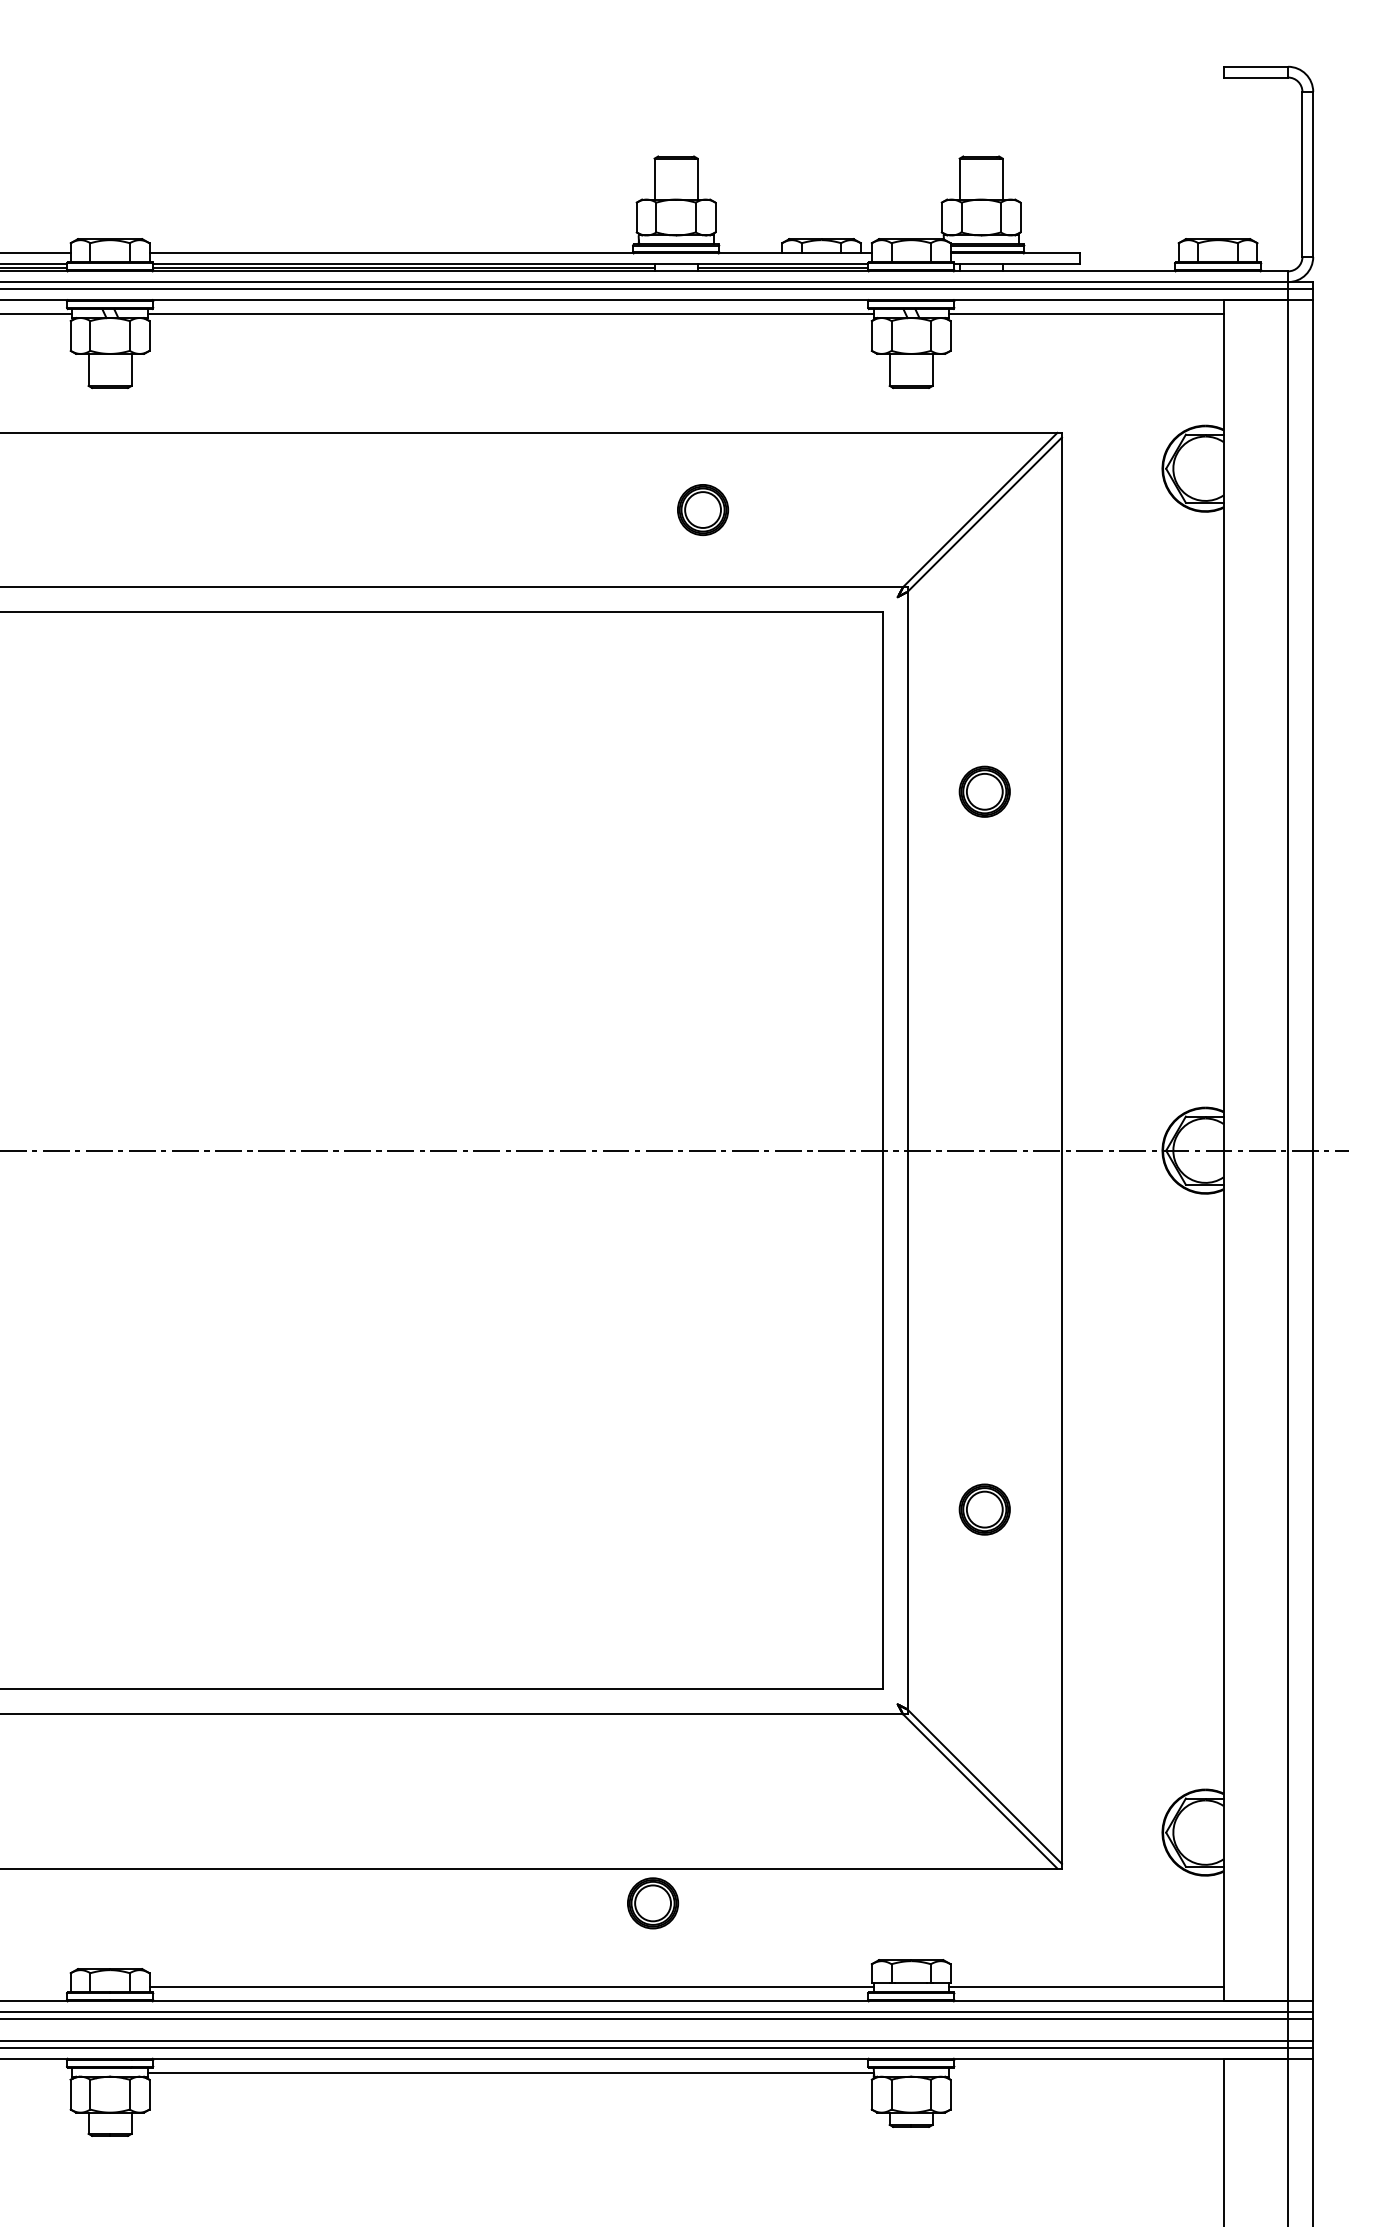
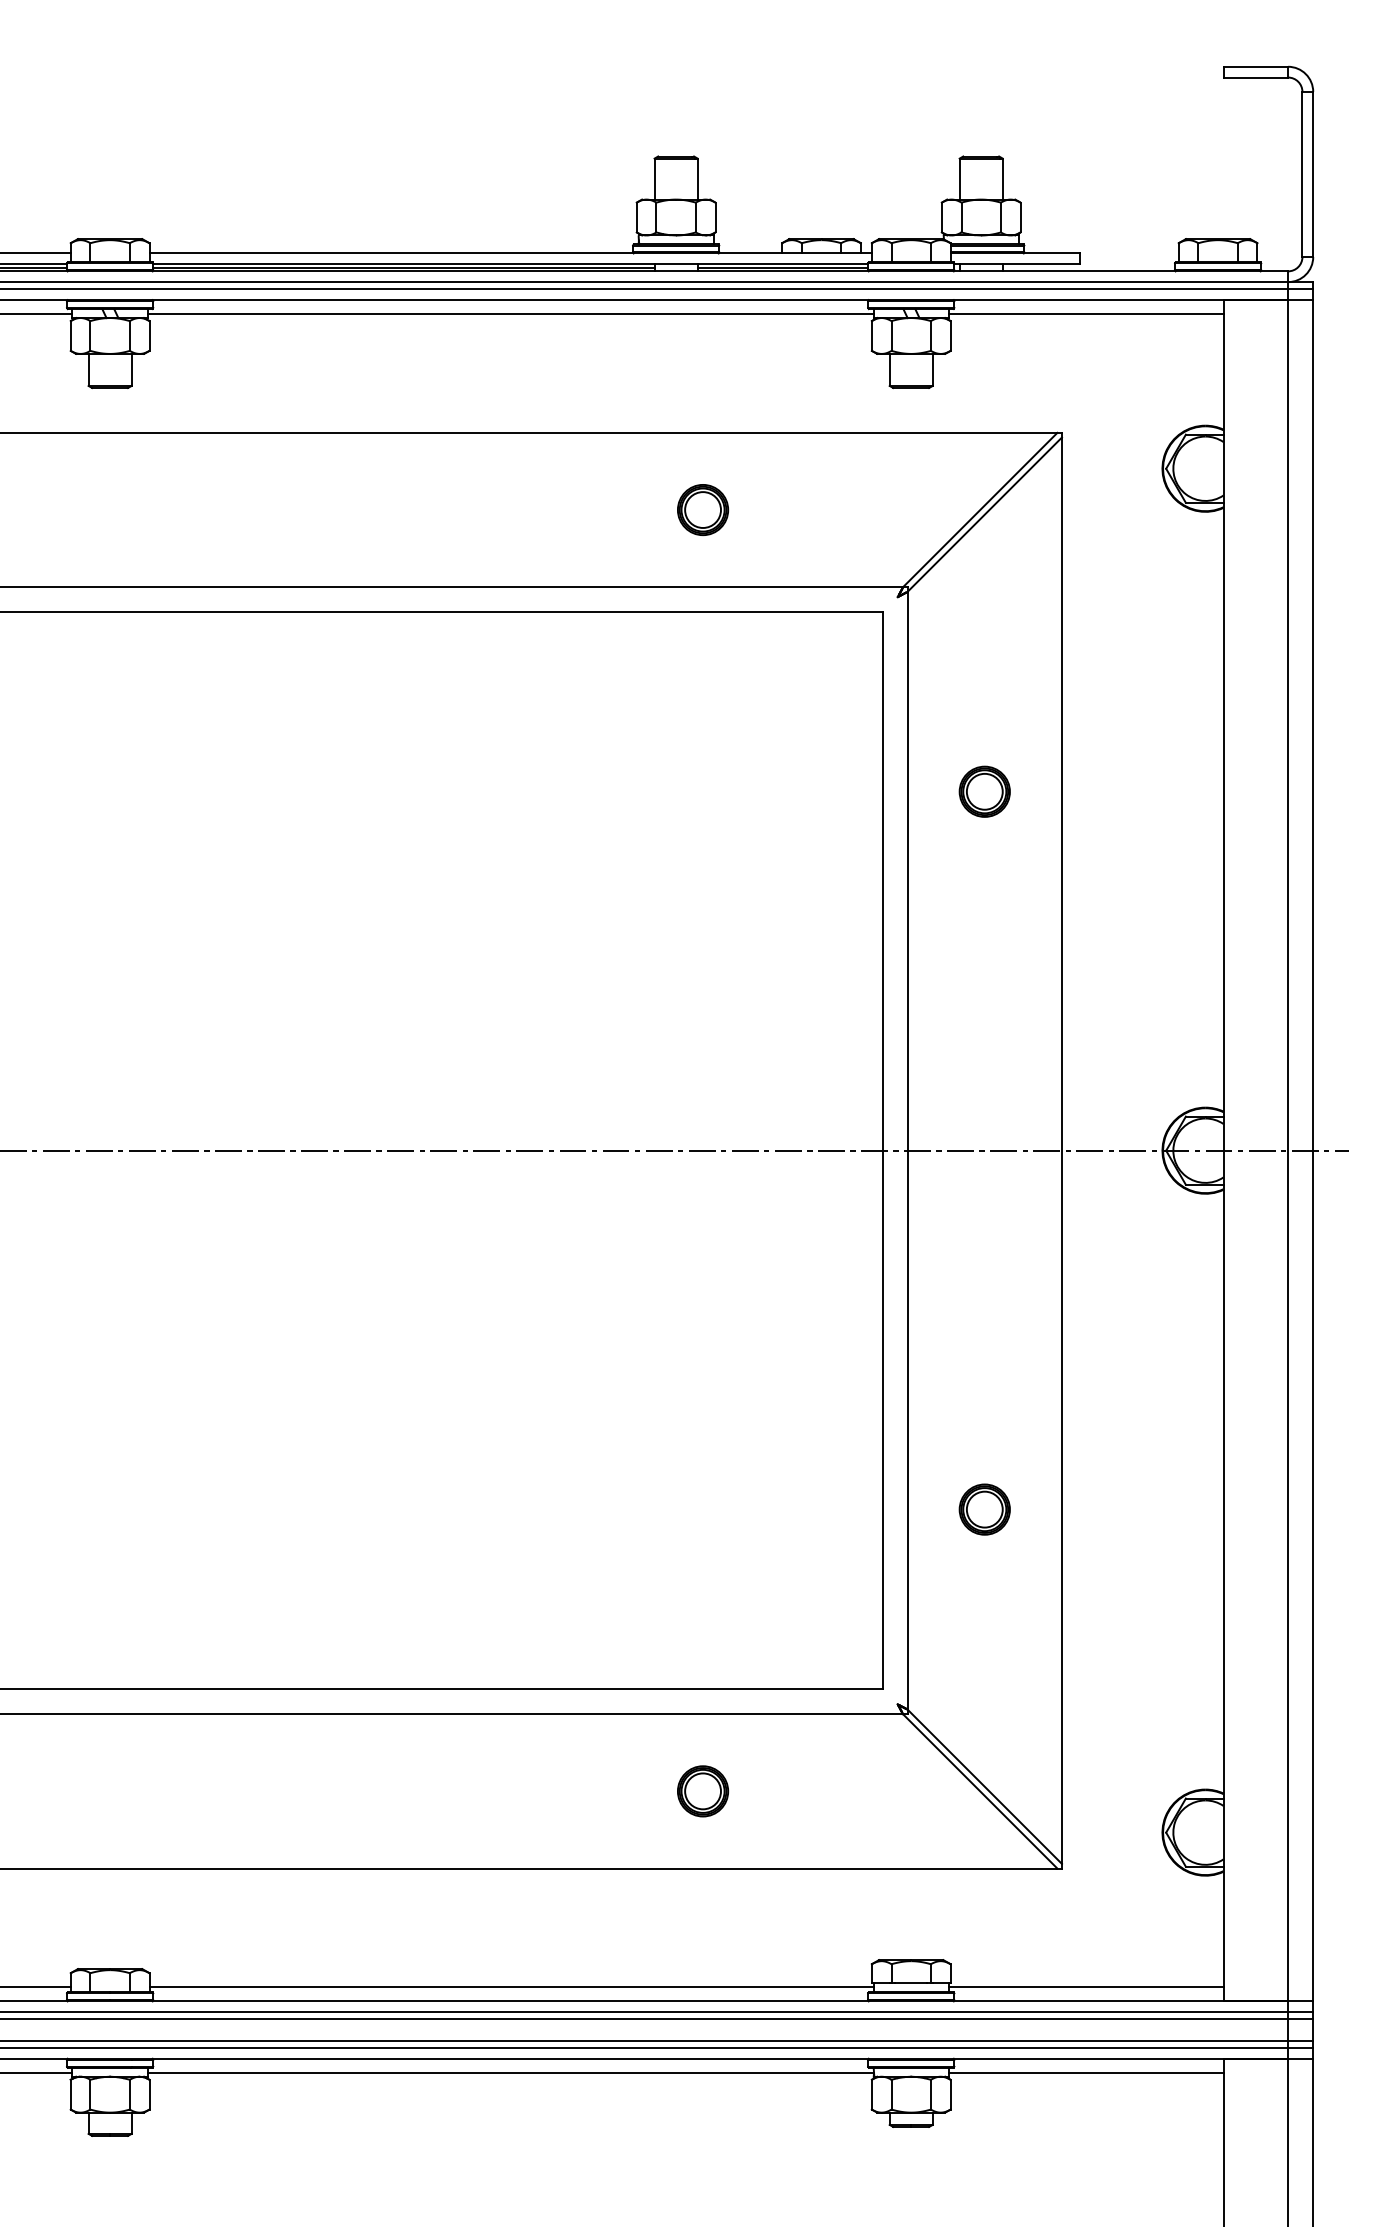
part at (653, 1903) position: (653, 1903) -> (703, 1791)
line at (36, 1986): none -> present
line at (37, 2073): none -> present
line at (1085, 2073): none -> present
